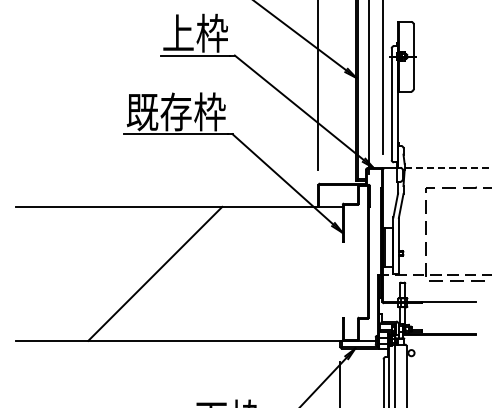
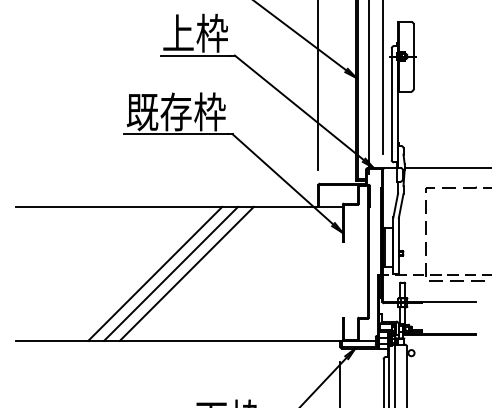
line at (448, 168): dashed -> solid
line at (171, 273): none -> present
line at (186, 273): none -> present
